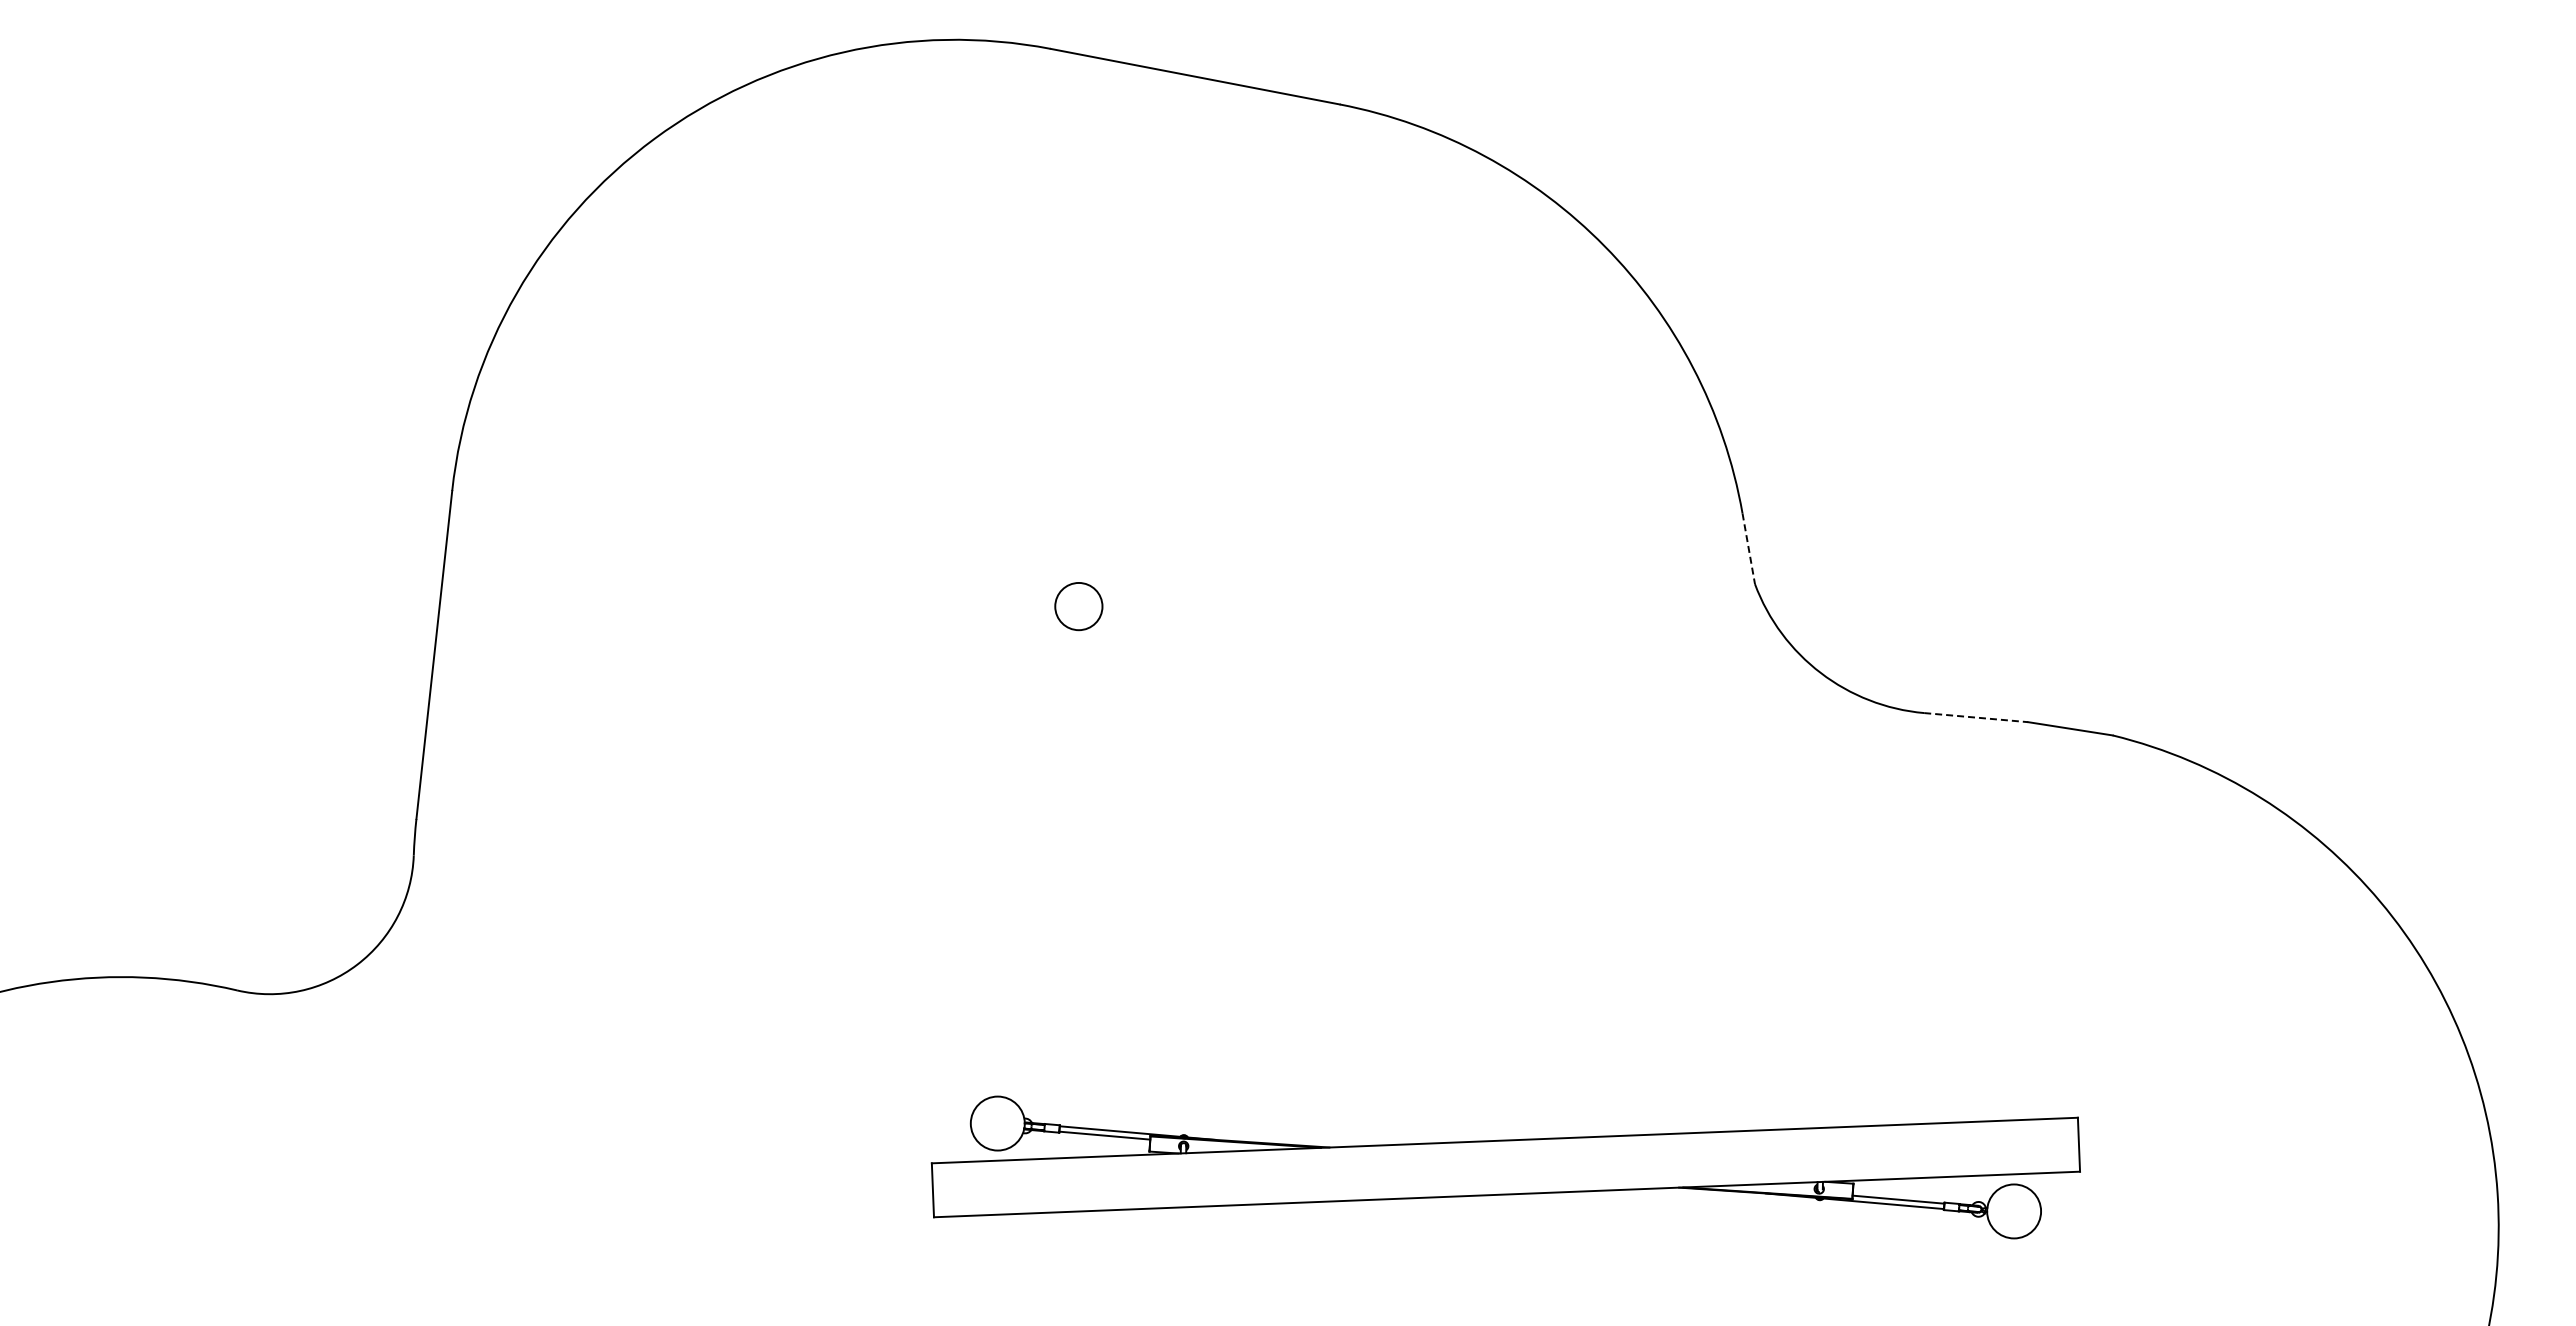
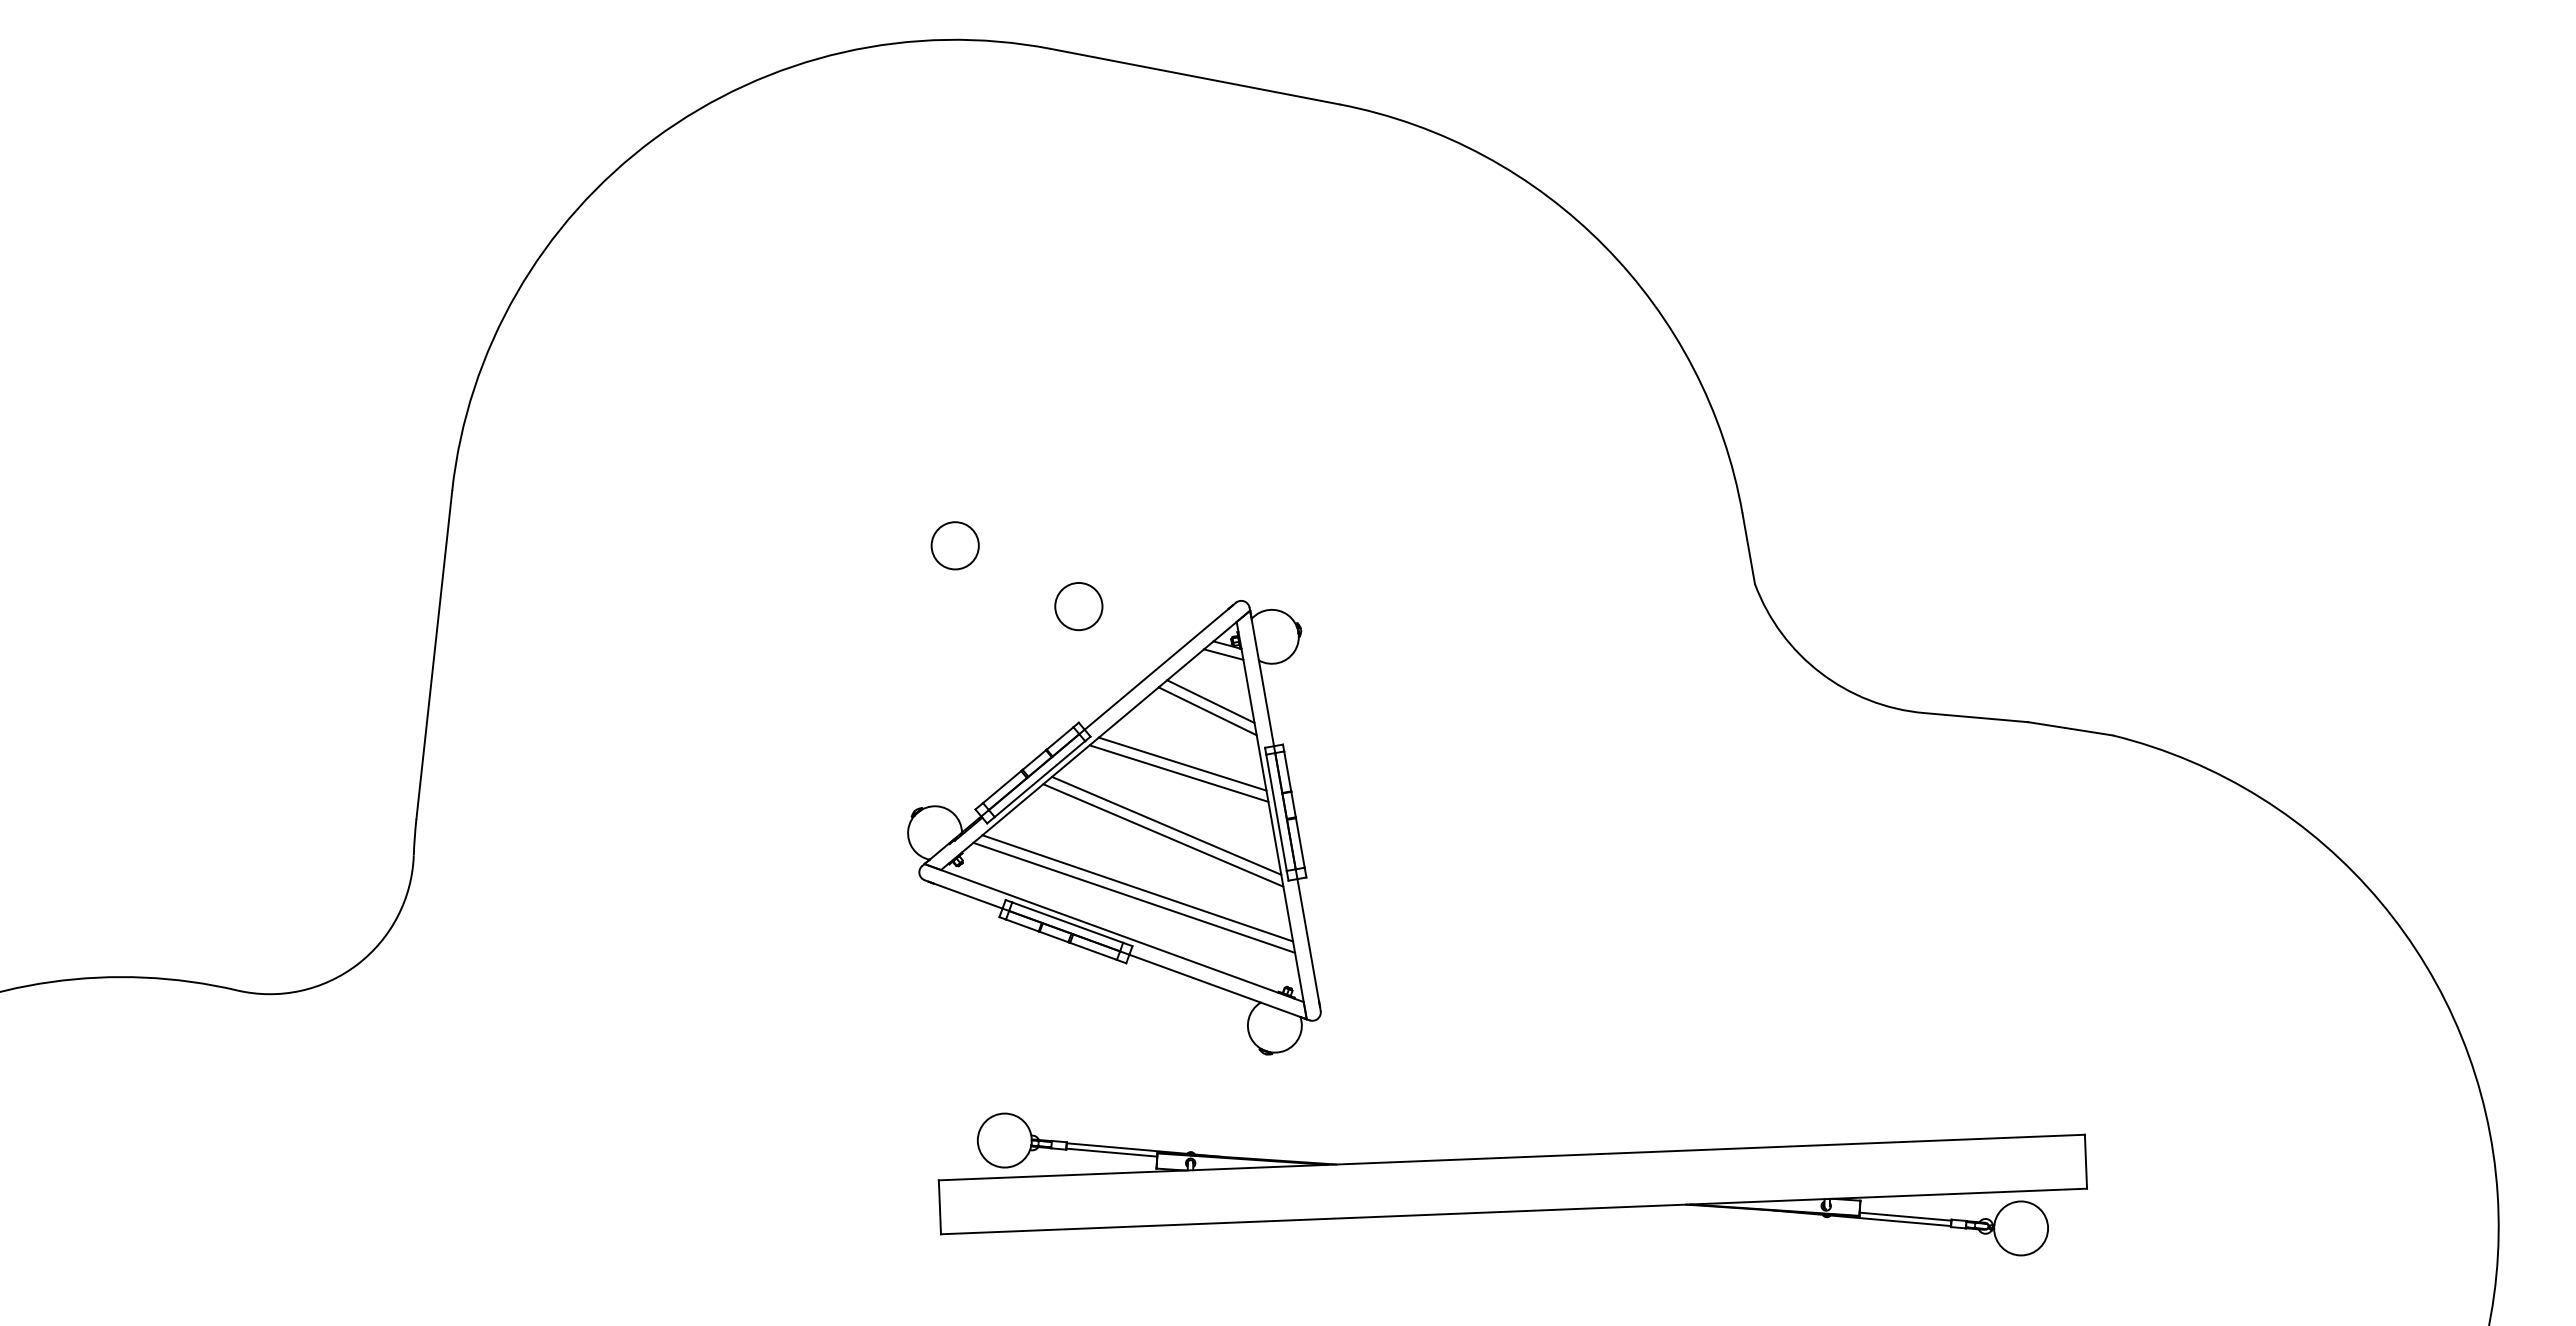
circle at (954, 545): none -> present
line at (1748, 548): dashed -> solid
line at (1976, 717): dashed -> solid
part at (1114, 827): none -> present
part at (1505, 1167) position: (1505, 1167) -> (1512, 1184)
